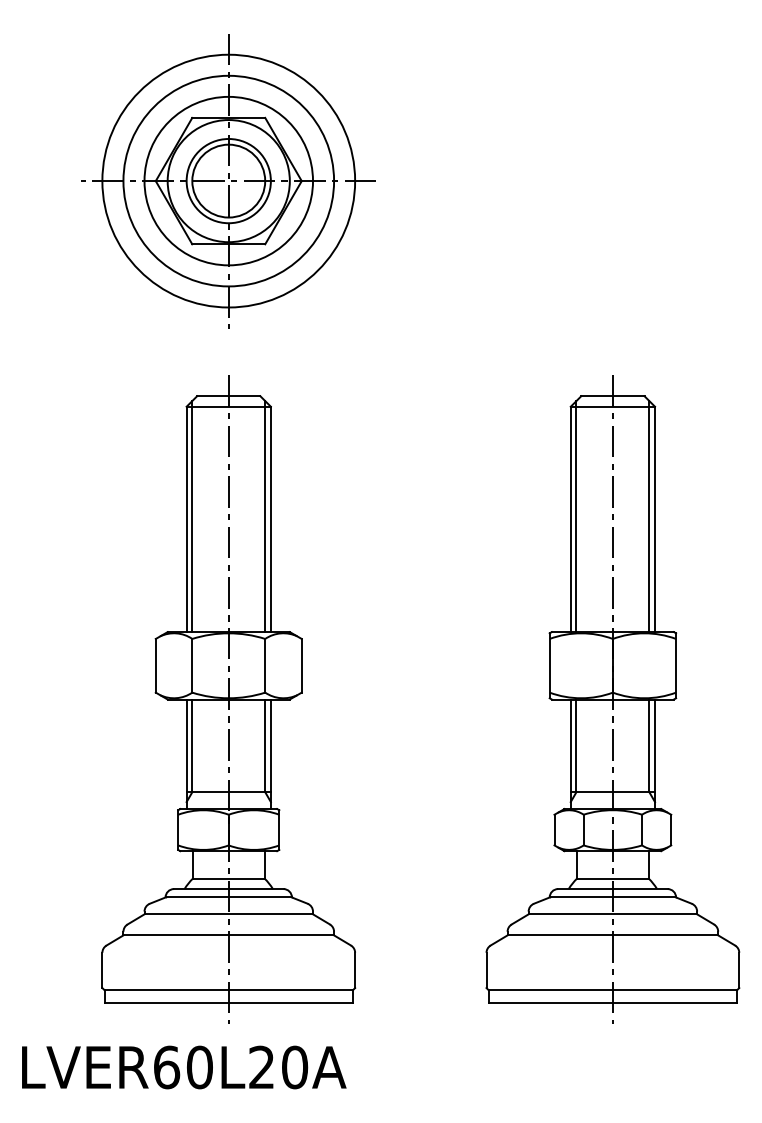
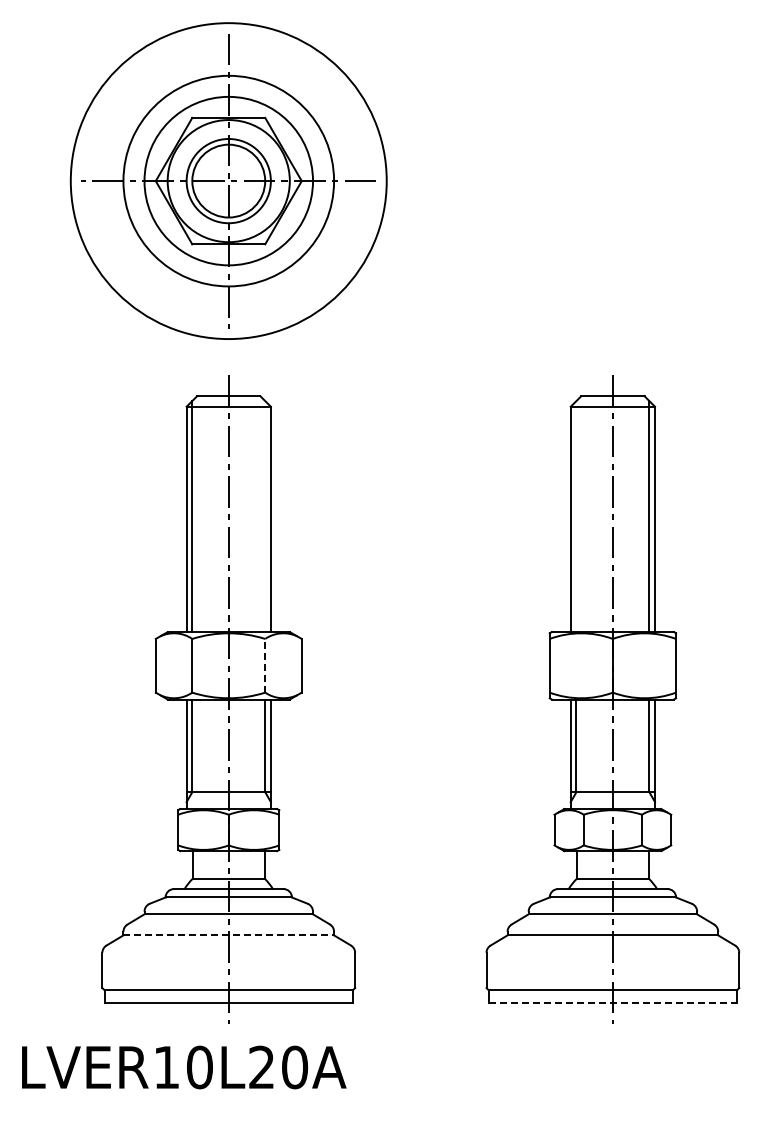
circle at (228, 180) diameter: 253 px -> 316 px
line at (265, 516): present -> none
line at (576, 516): present -> none
line at (265, 665): solid -> dashed
line at (229, 935): solid -> dashed
line at (613, 1002): solid -> dashed
text at (167, 1067): LVER60L20A -> LVER10L20A
